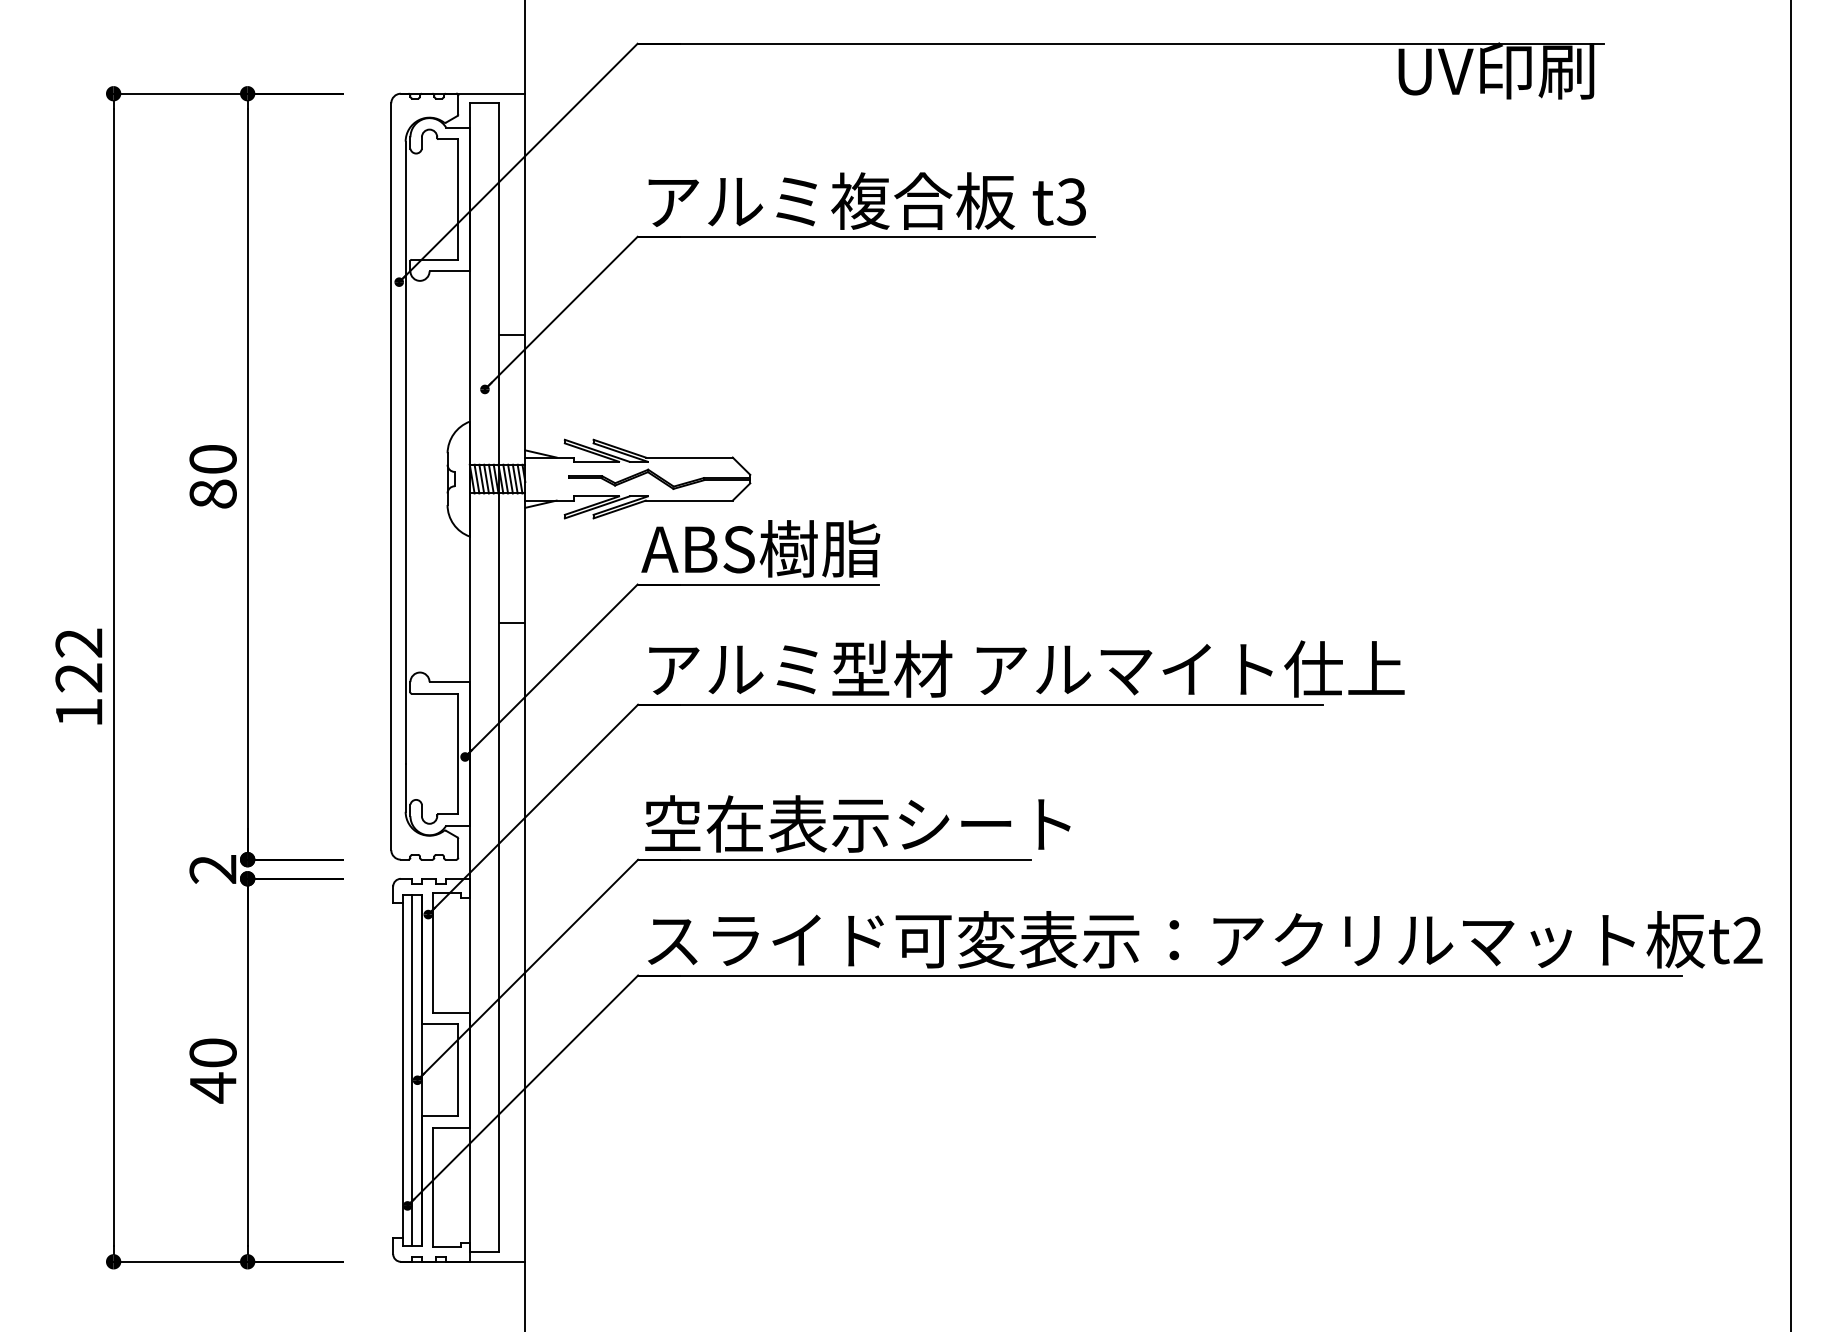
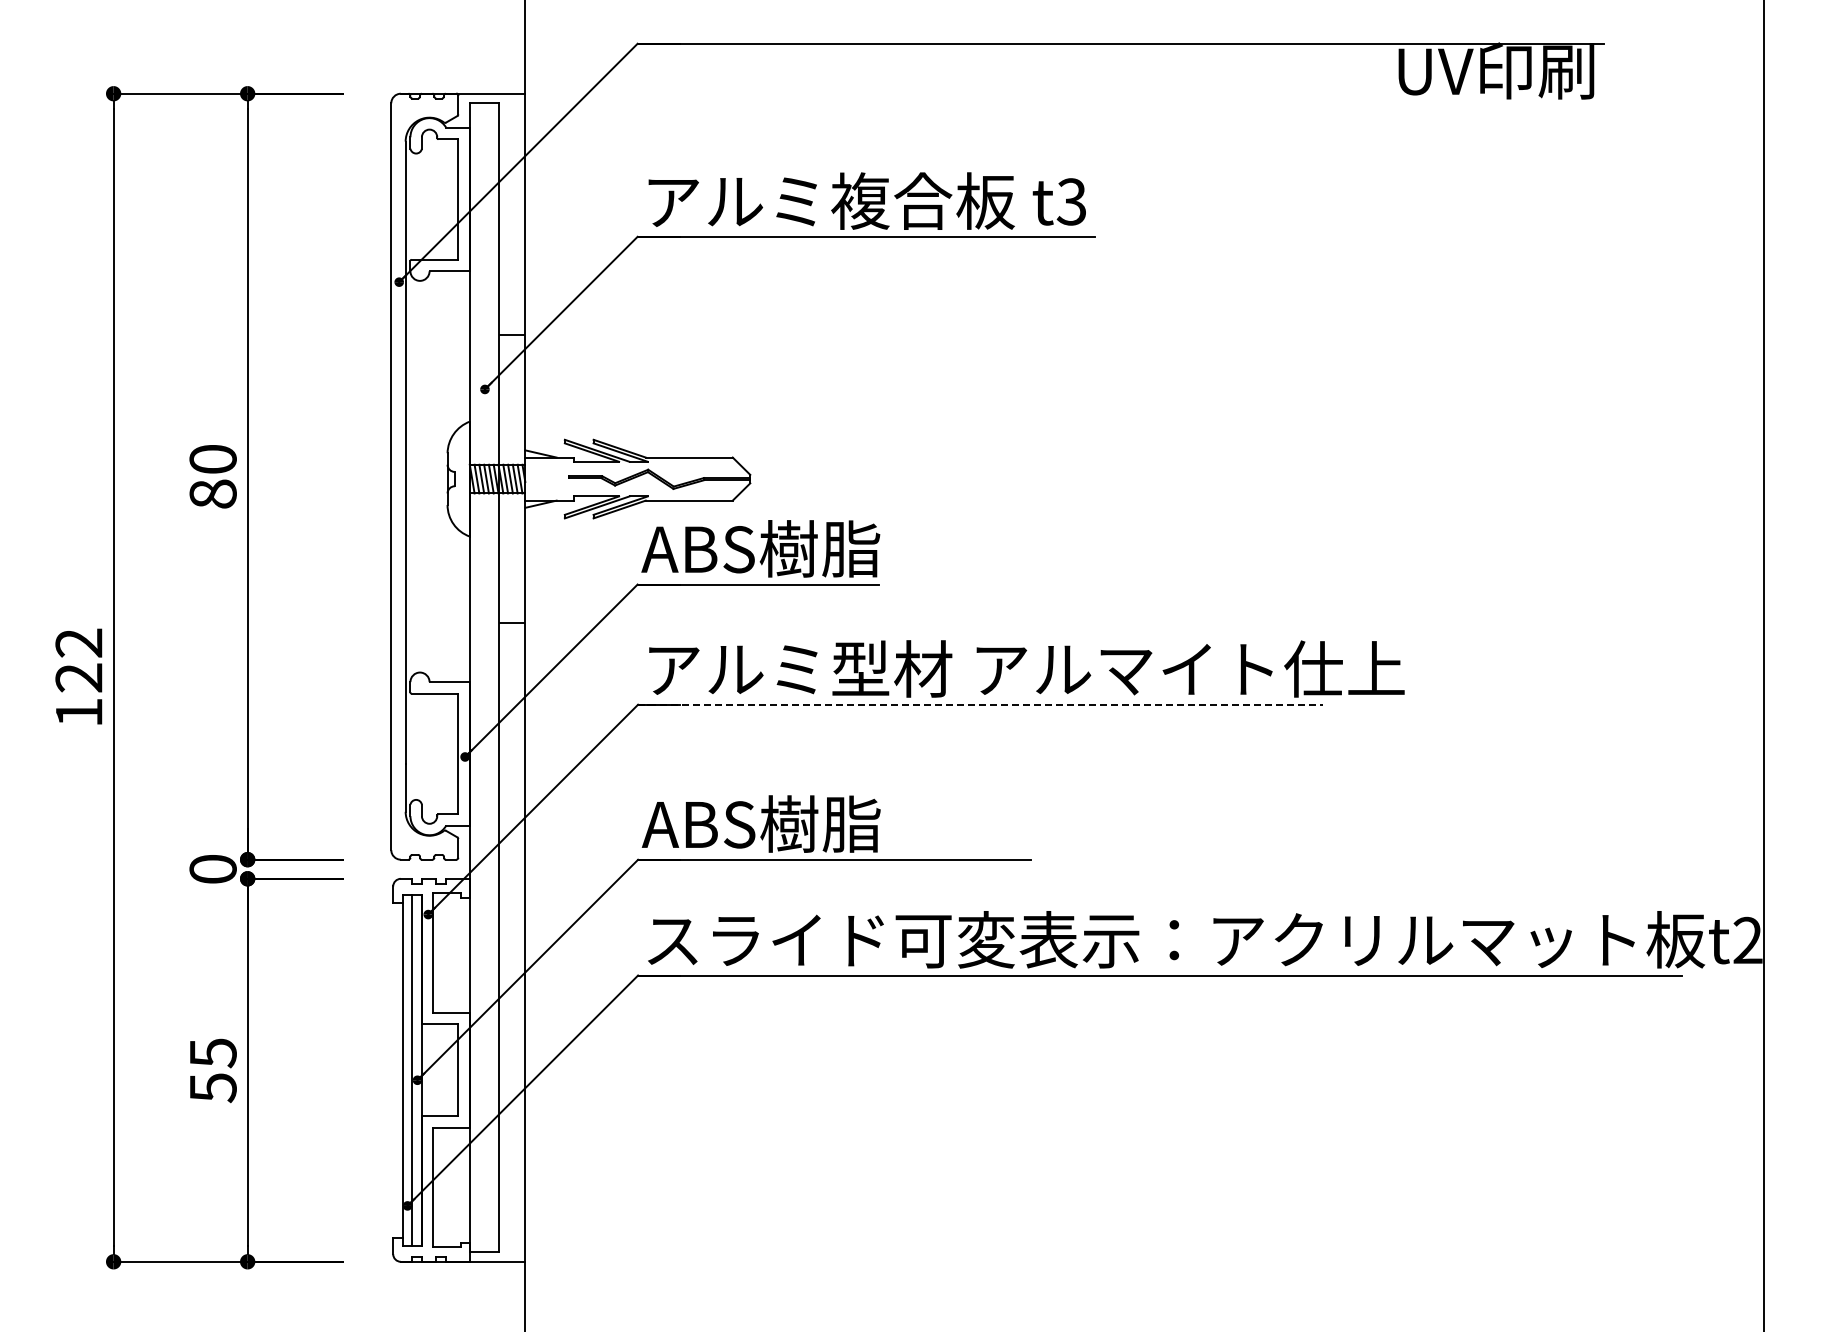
line at (1790, 665) position: (1790, 665) -> (1763, 665)
line at (980, 704): solid -> dashed
text at (855, 823): 空在表示シート -> ABS樹脂
text at (212, 869): 2 -> 0
text at (212, 1070): 40 -> 55
